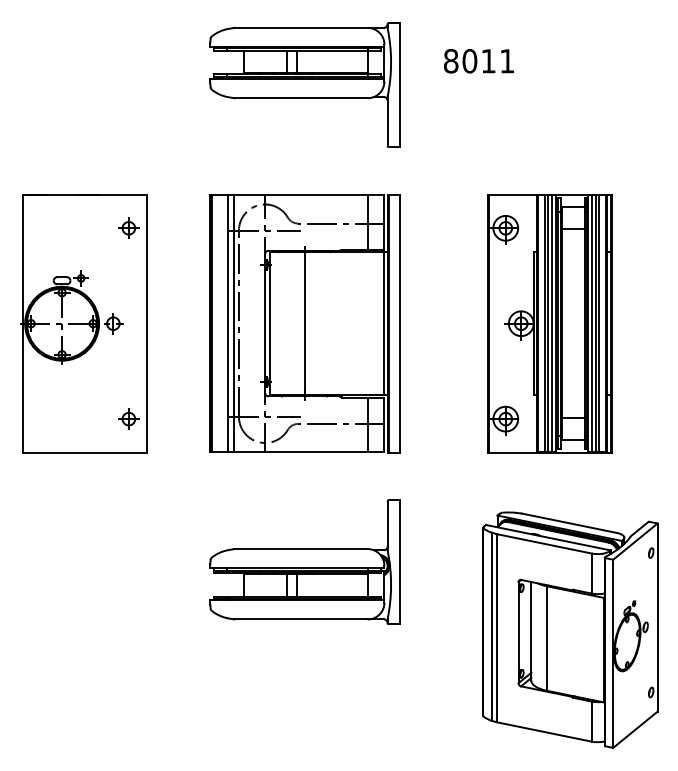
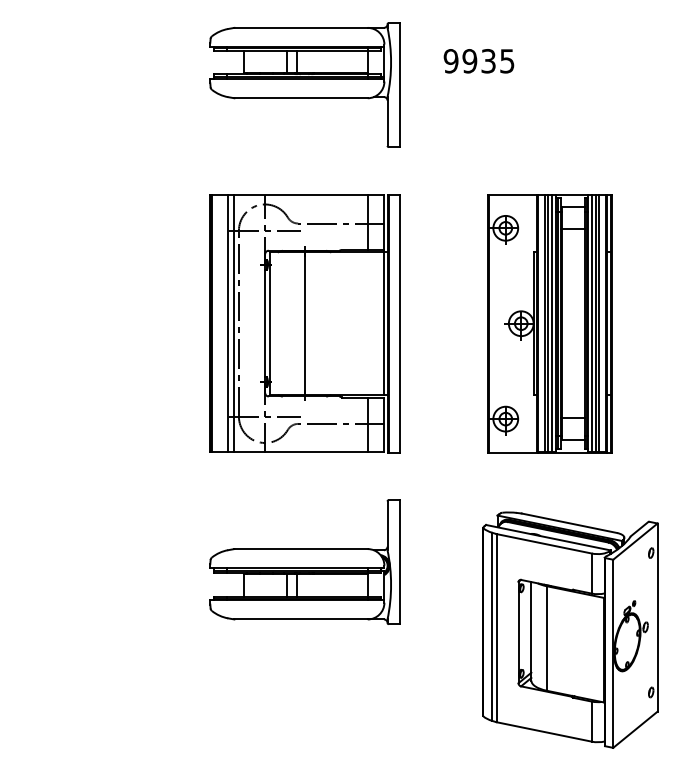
text at (478, 61): 8011 -> 9935
part at (83, 323): present -> none
